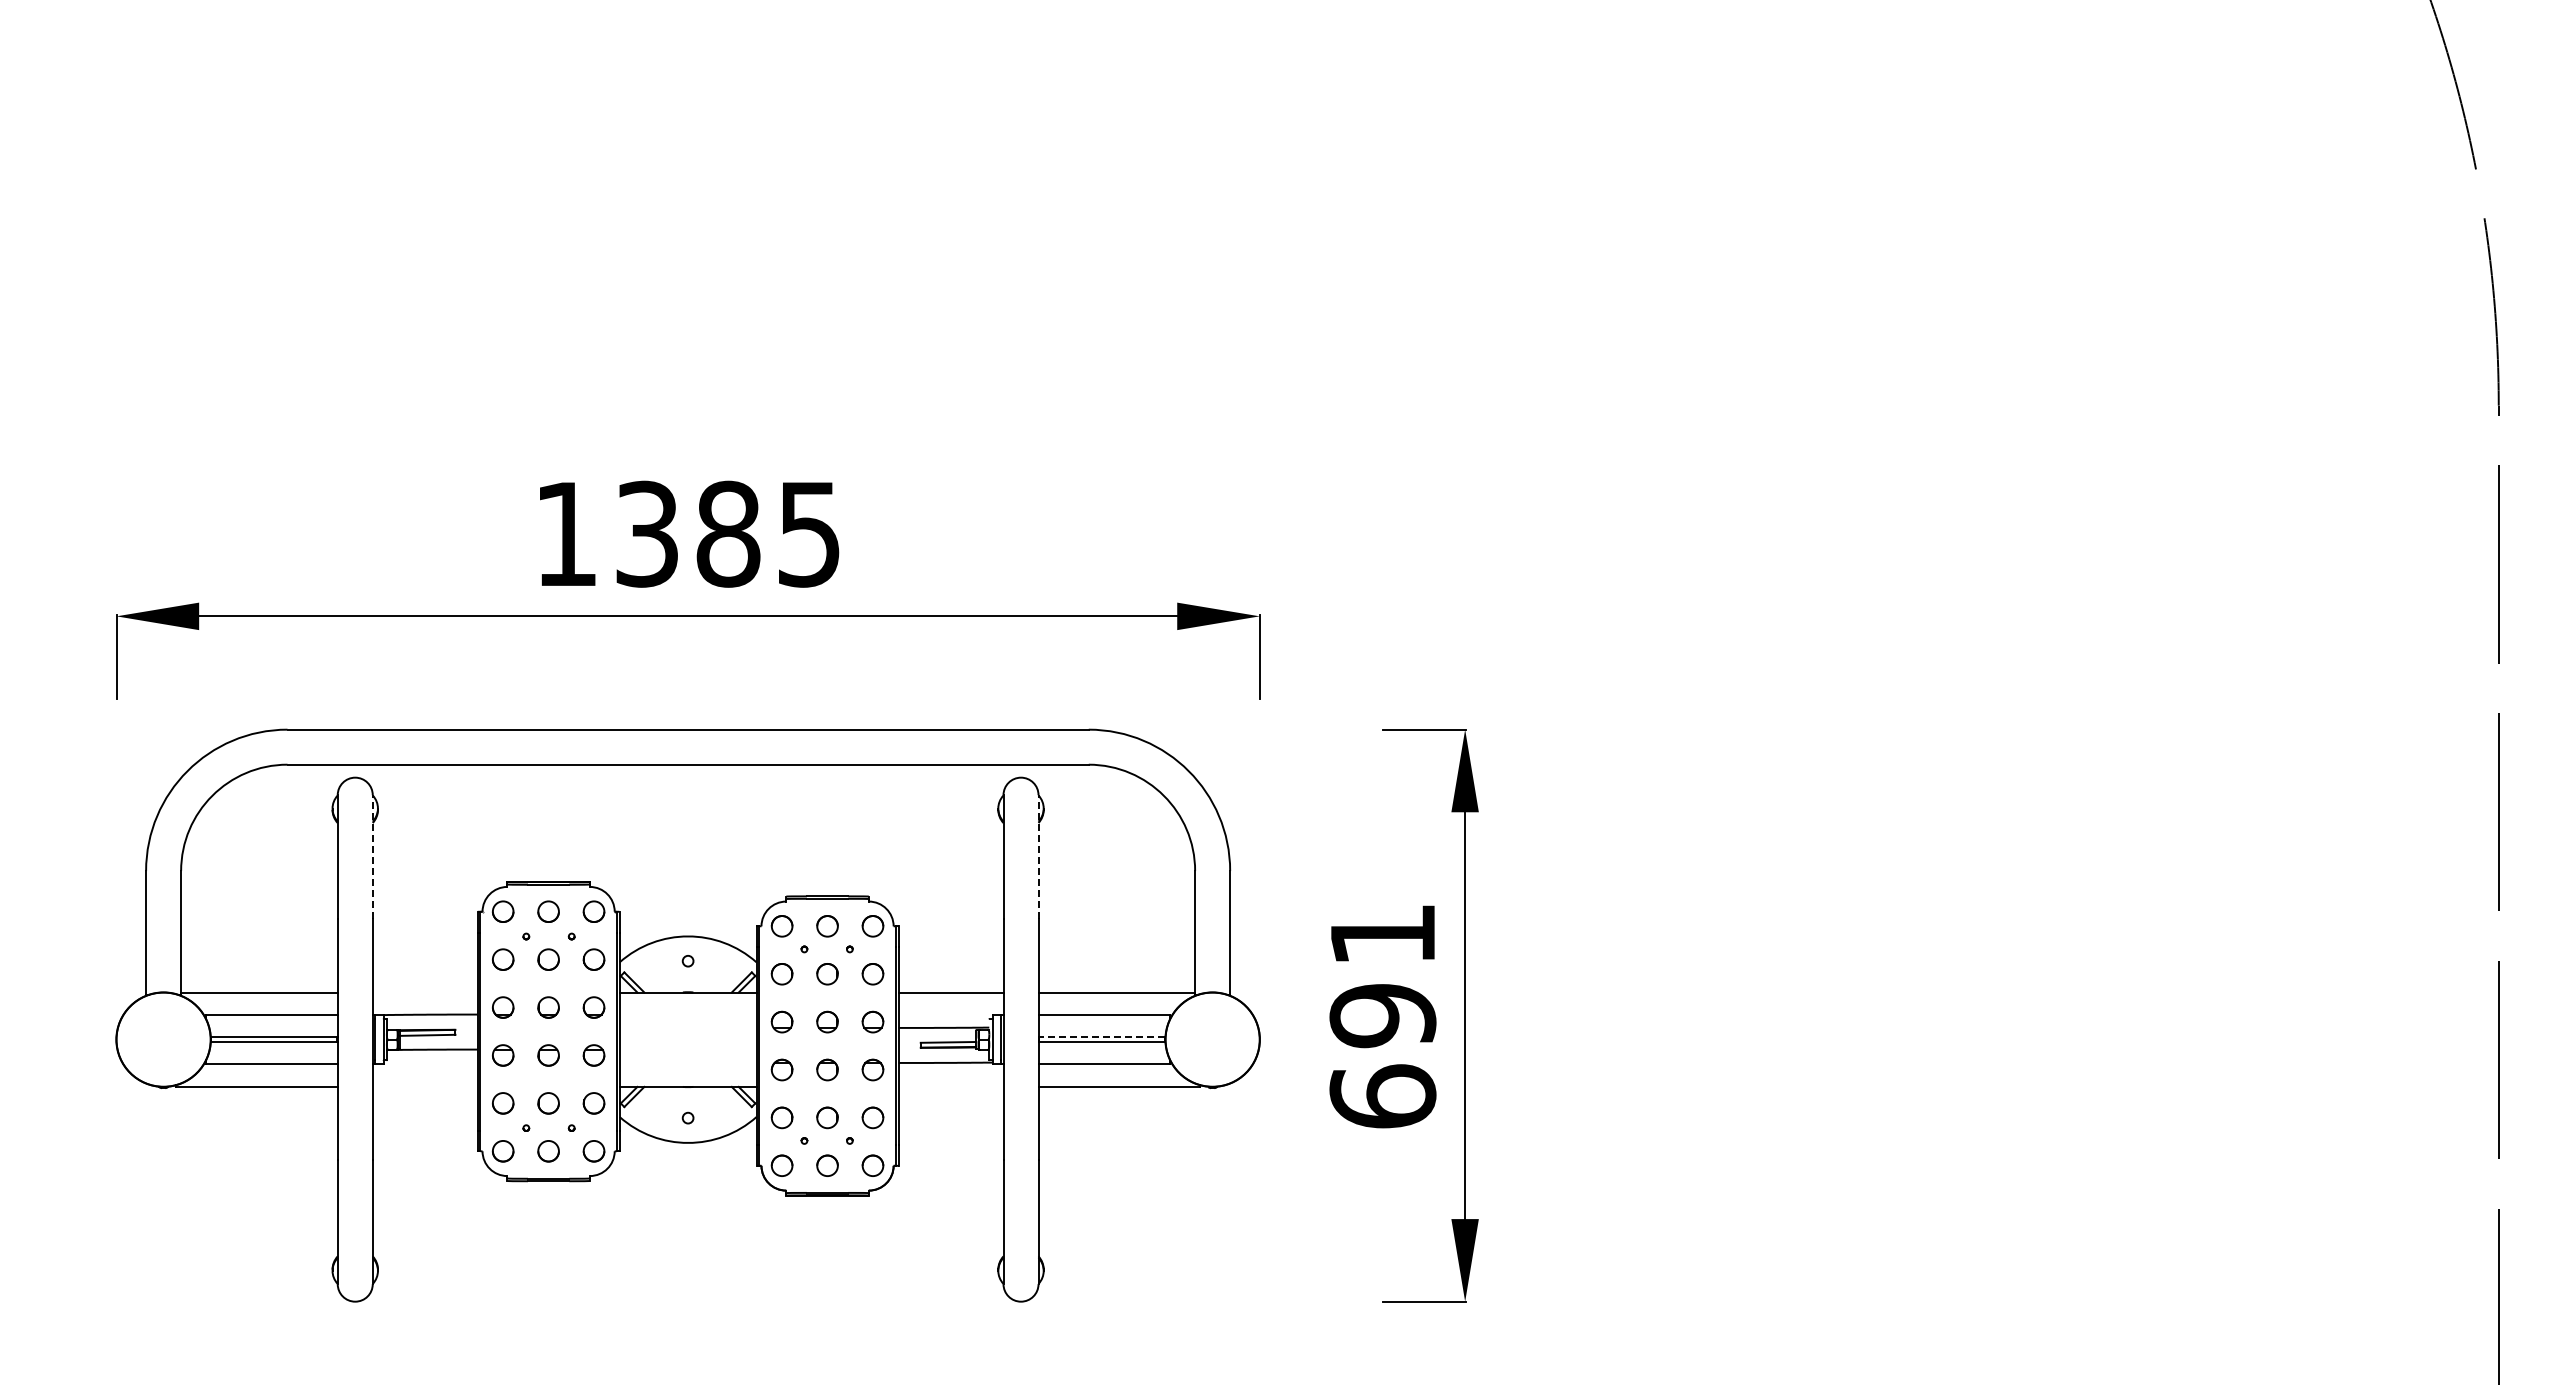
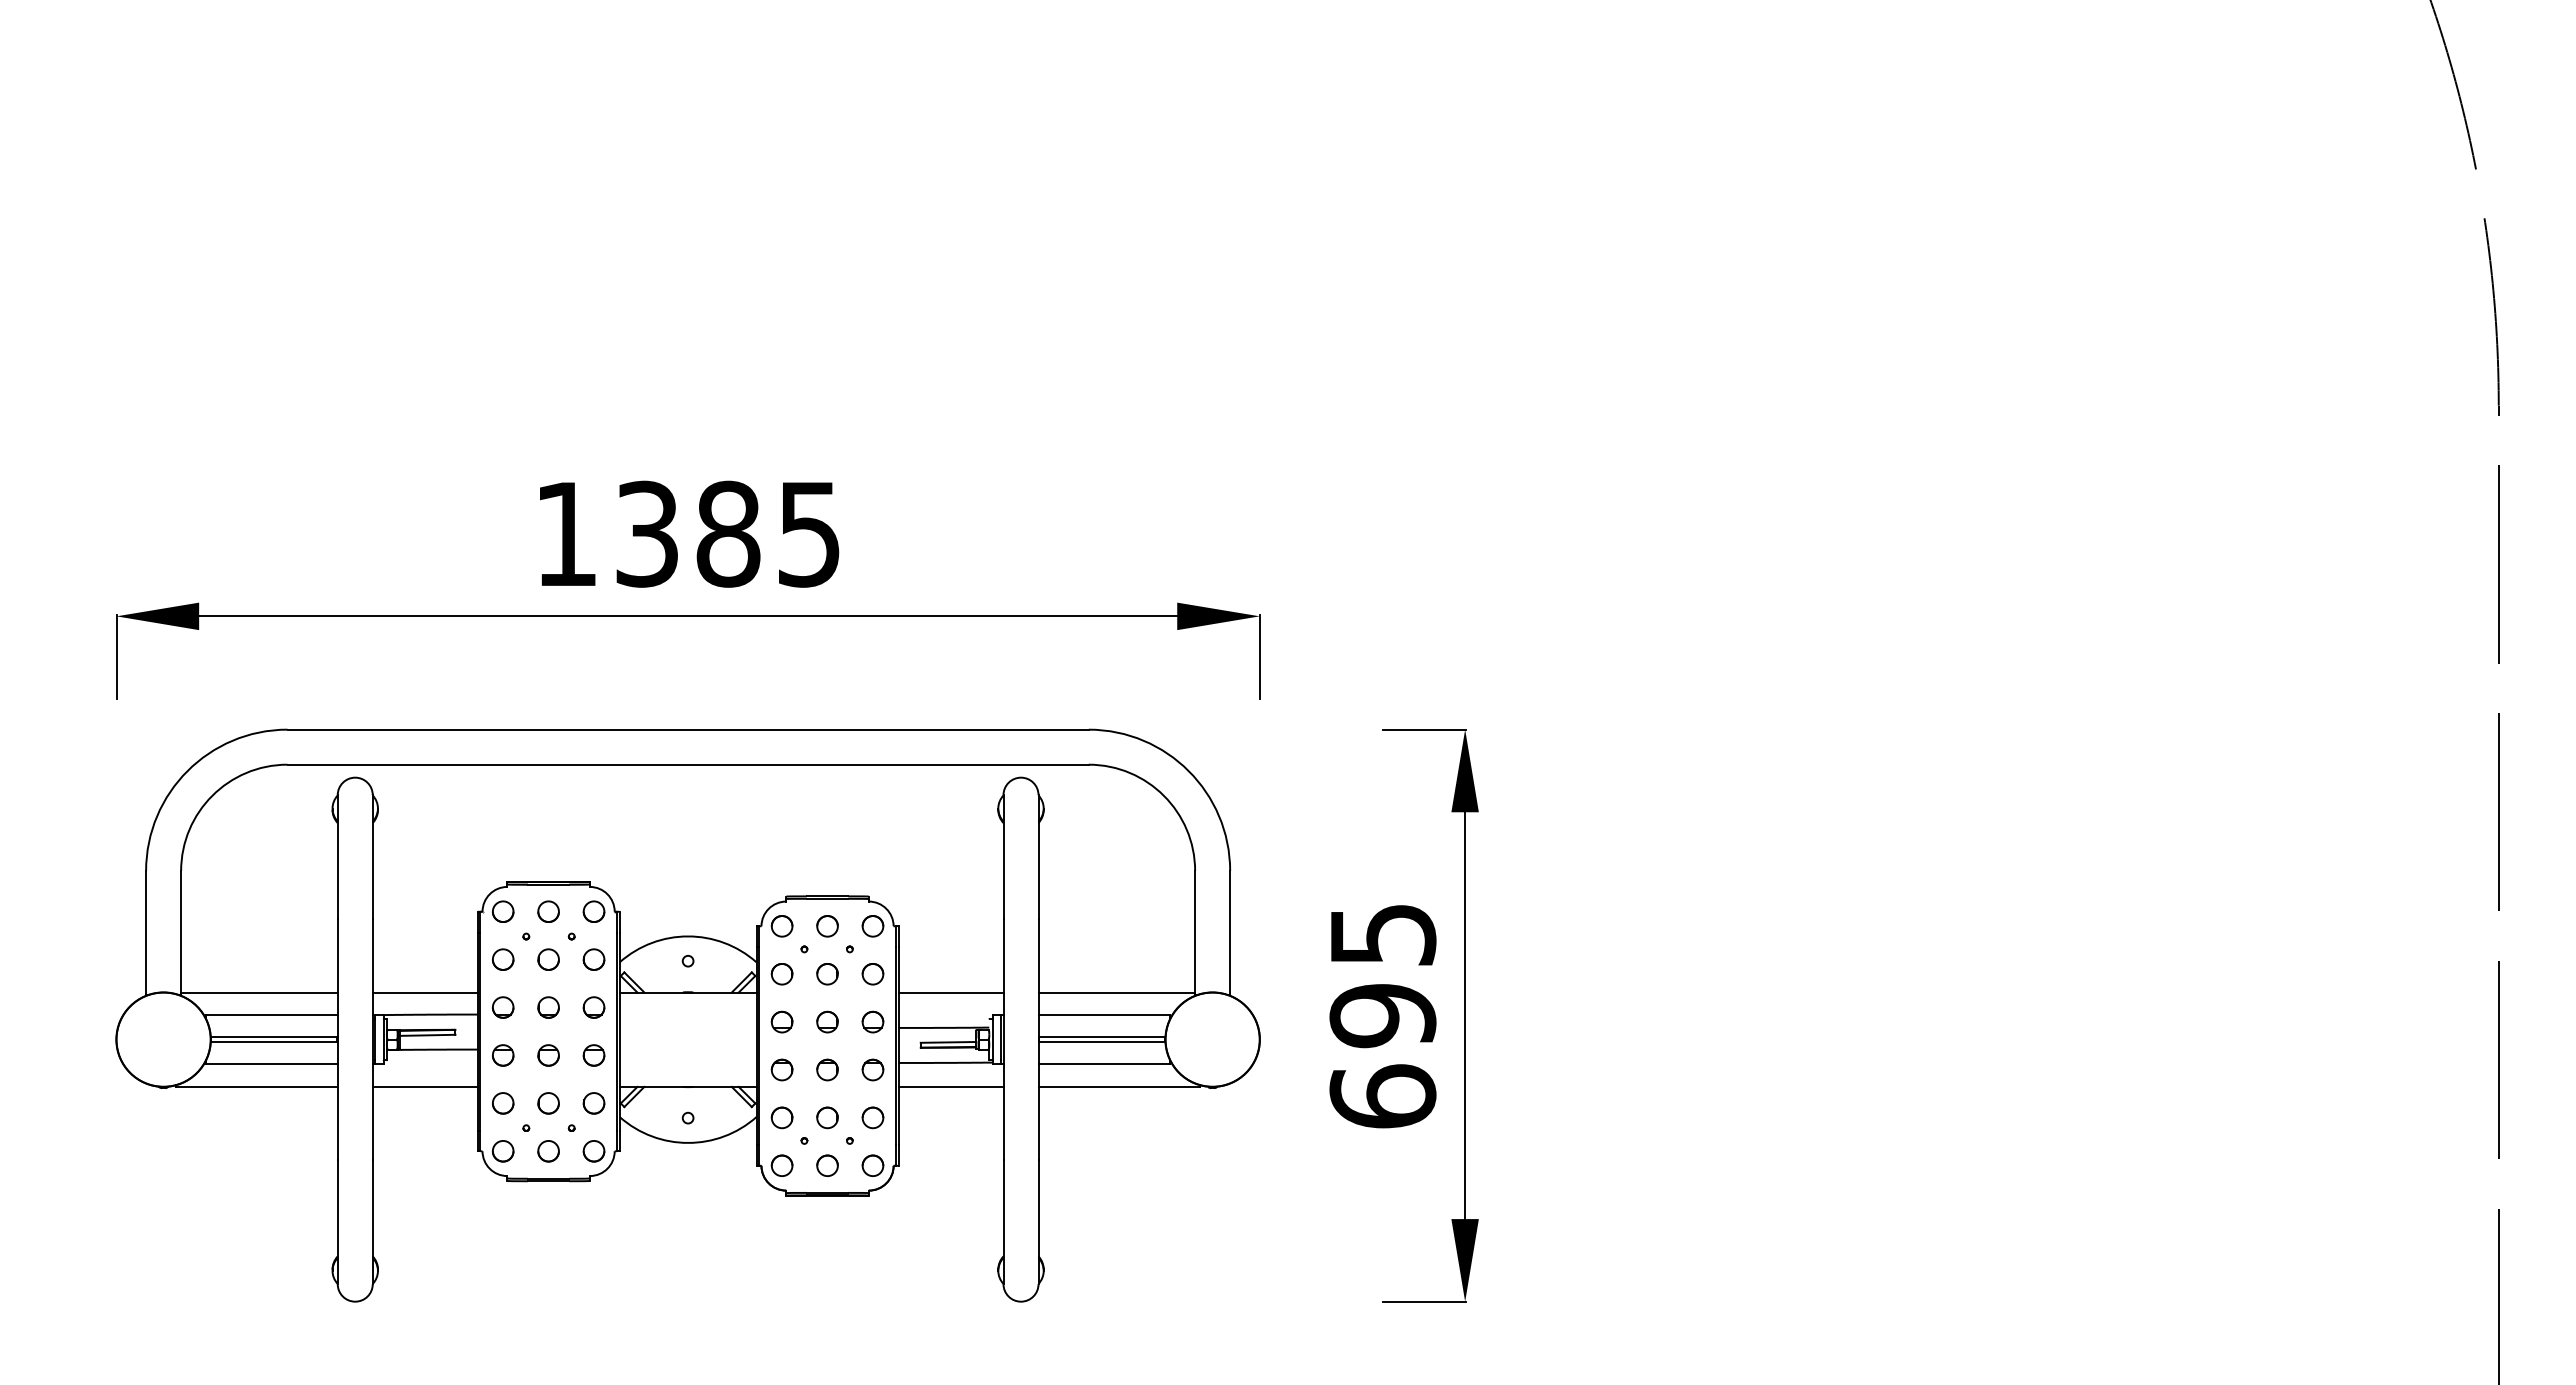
line at (372, 857): dashed -> solid
line at (1038, 857): dashed -> solid
text at (1383, 935): 691 -> 695
line at (424, 992): none -> present
line at (1101, 1037): dashed -> solid
line at (424, 1086): none -> present
line at (950, 1086): none -> present
